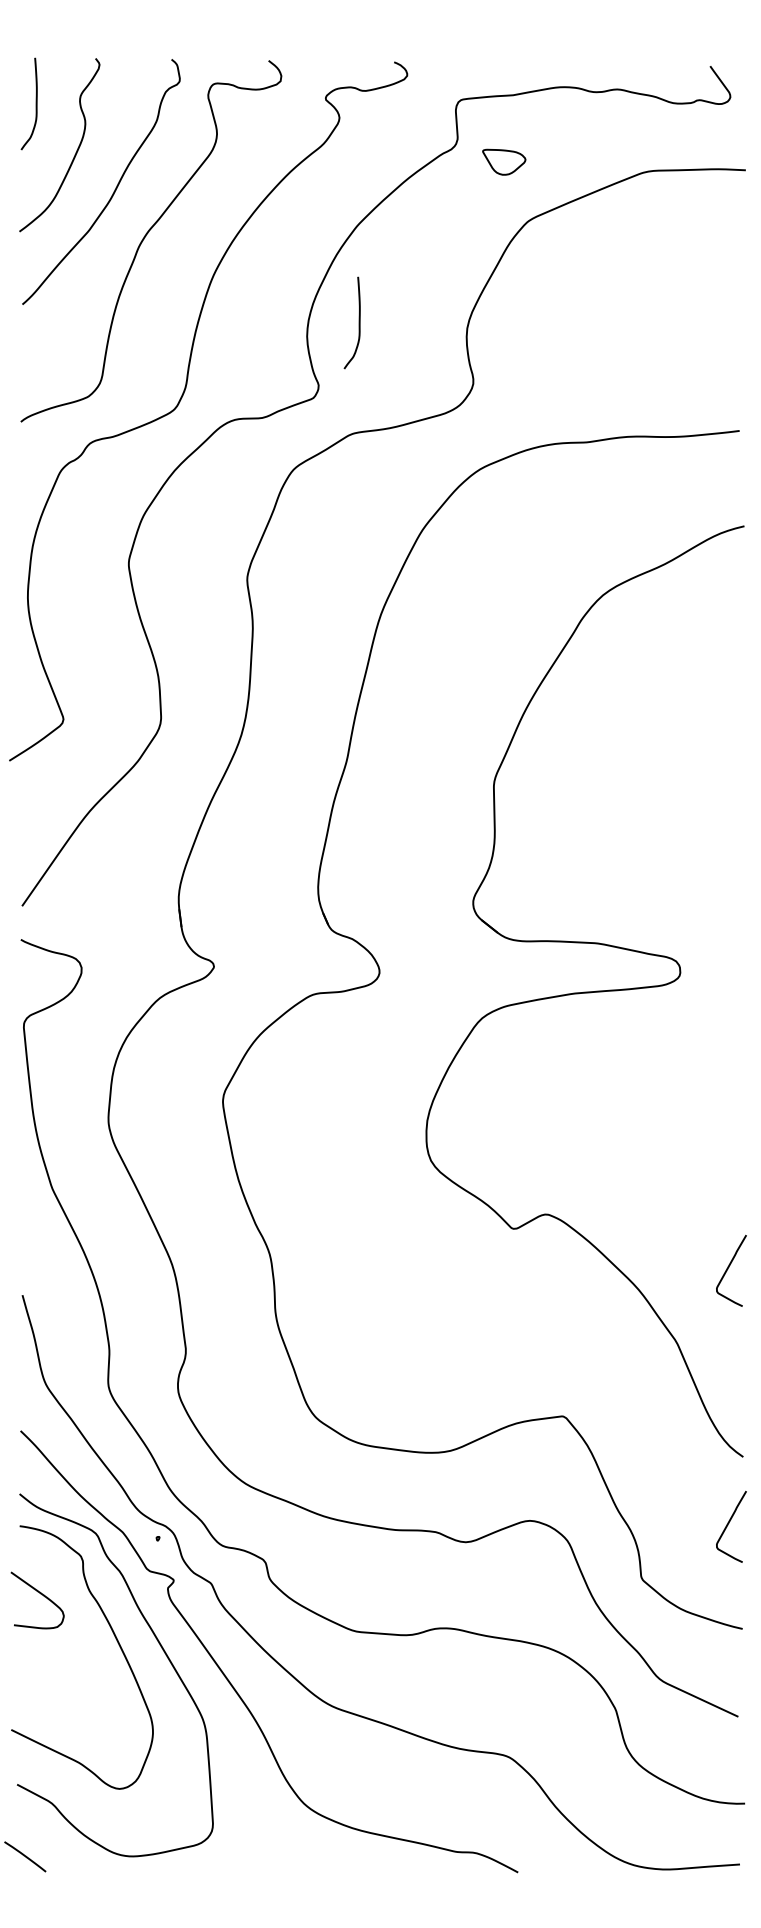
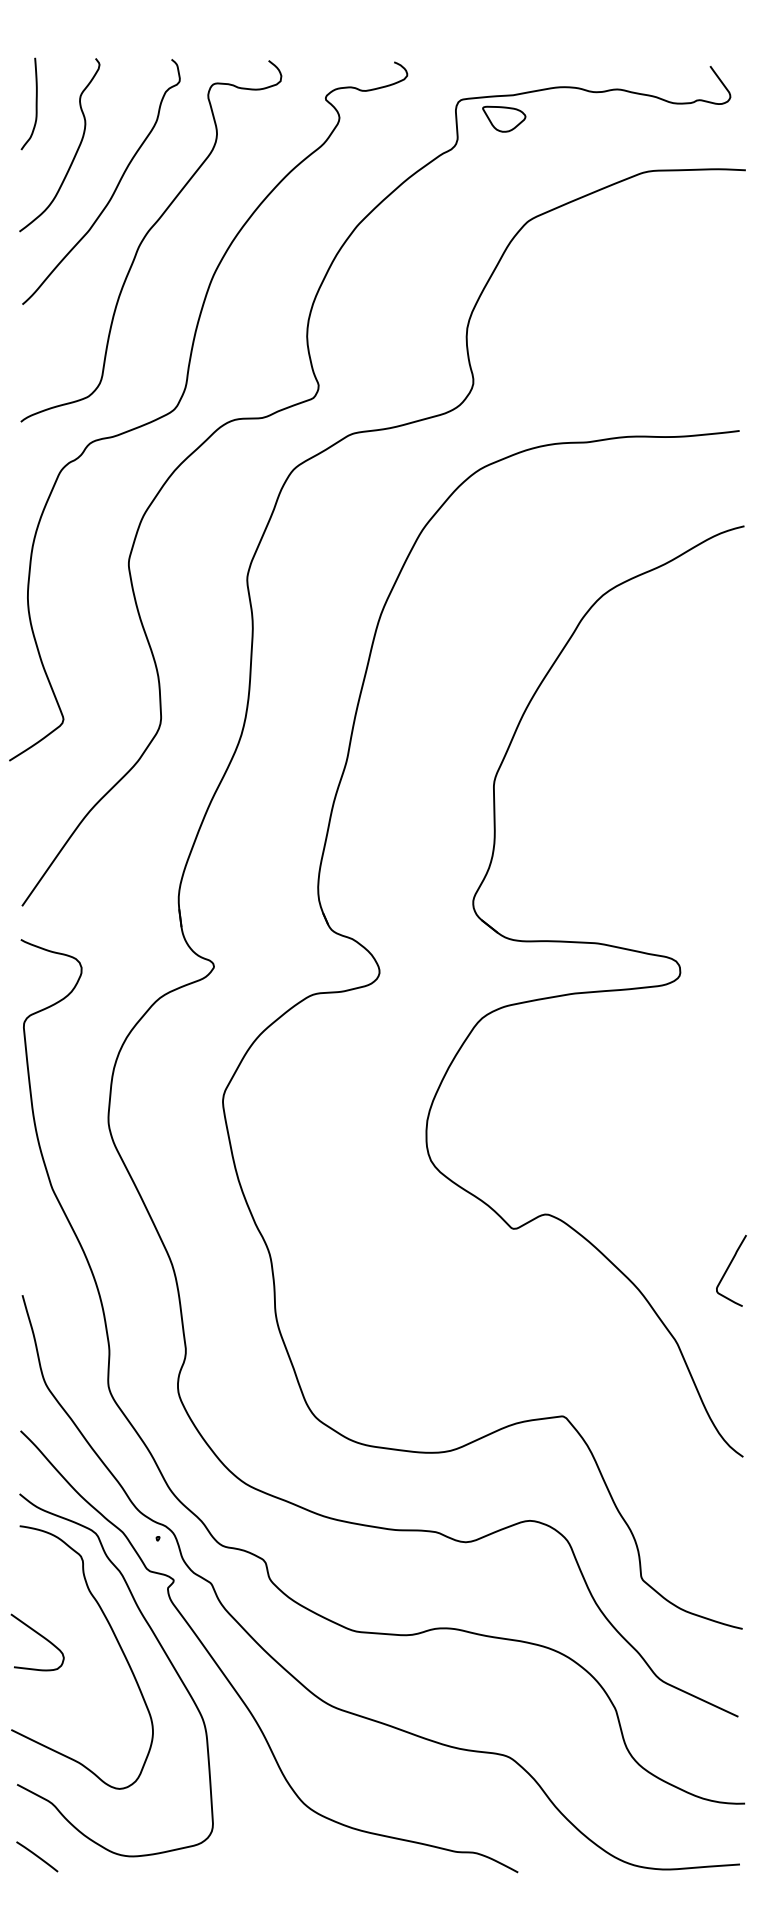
part at (504, 161) position: (504, 161) -> (504, 118)
curve at (358, 322): present -> none
curve at (728, 1525): present -> none
curve at (40, 1594) position: (40, 1594) -> (40, 1636)
line at (25, 1856) position: (25, 1856) -> (37, 1856)
